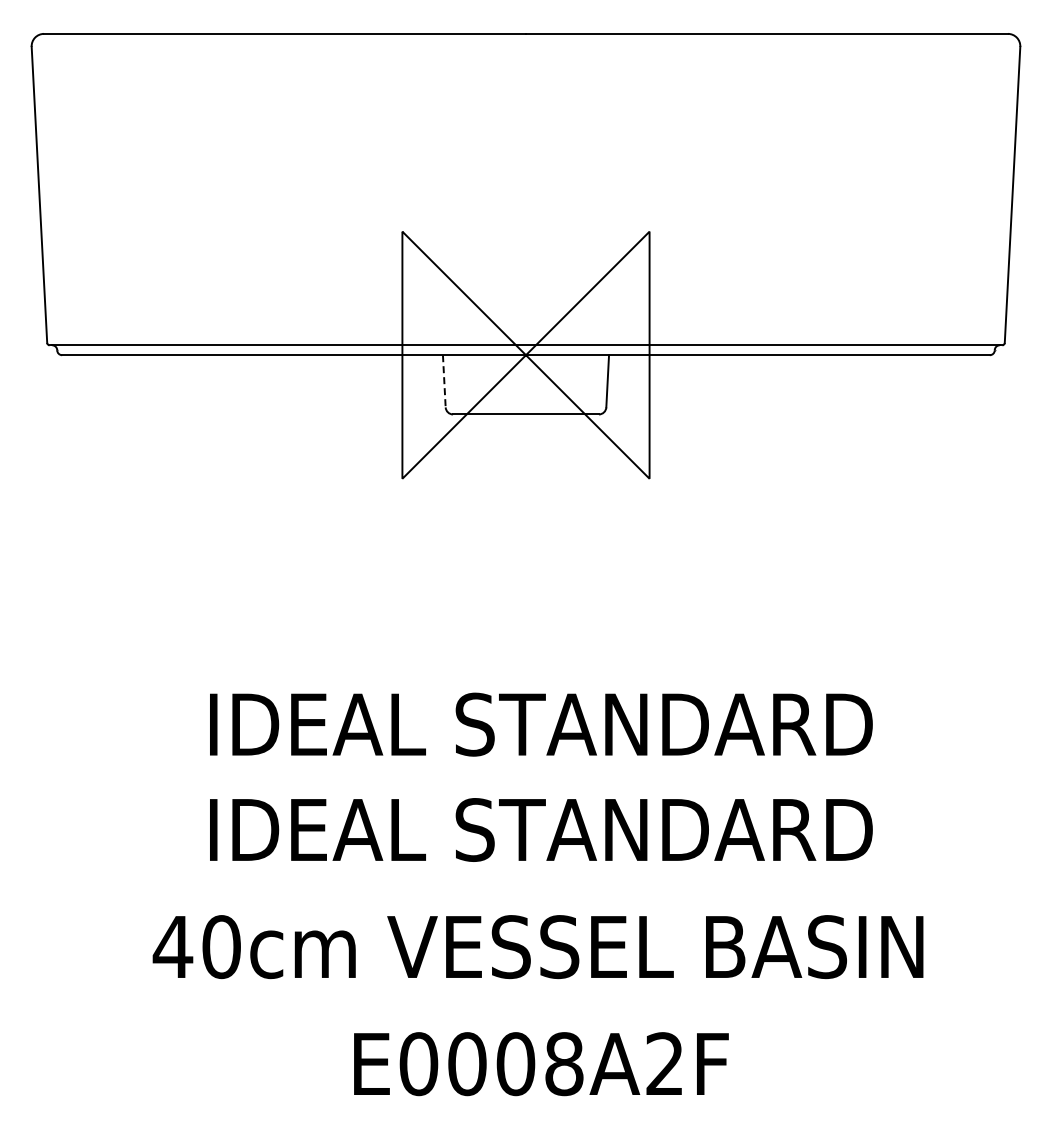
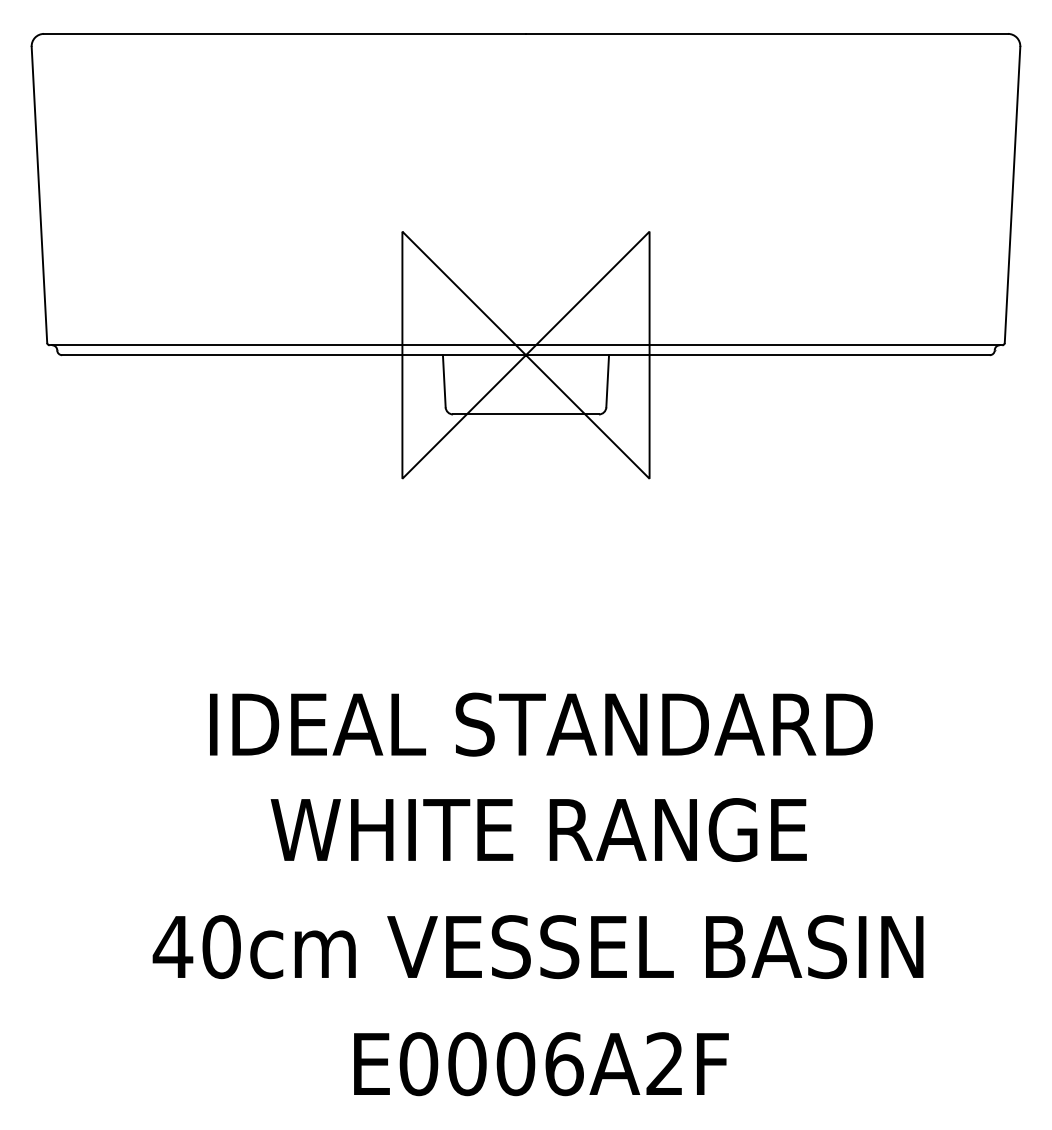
line at (444, 381): dashed -> solid
text at (541, 829): IDEAL STANDARD -> WHITE RANGE
text at (564, 1064): E0008A2F -> E0006A2F
